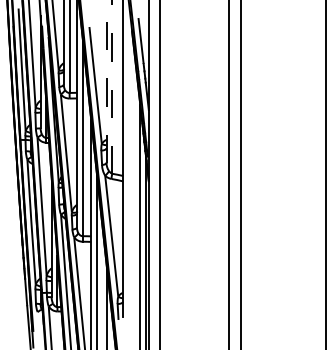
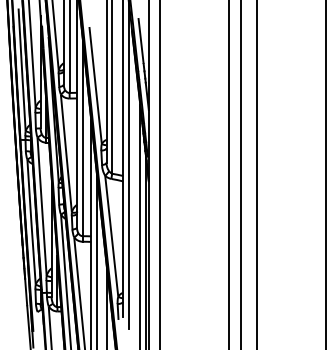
line at (106, 80): dashed -> solid
line at (112, 86): dashed -> solid
line at (128, 165): none -> present
line at (256, 174): none -> present
